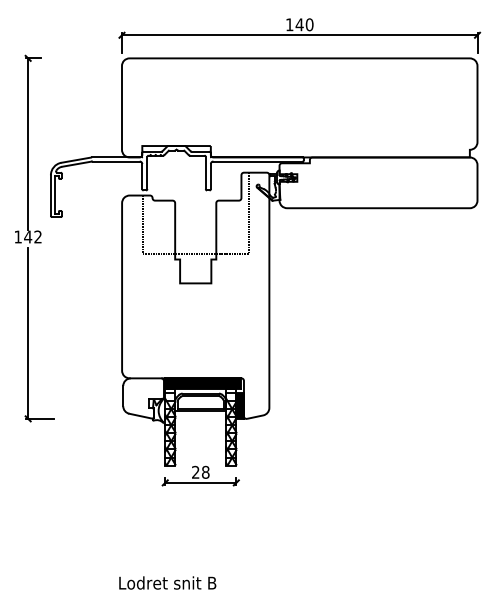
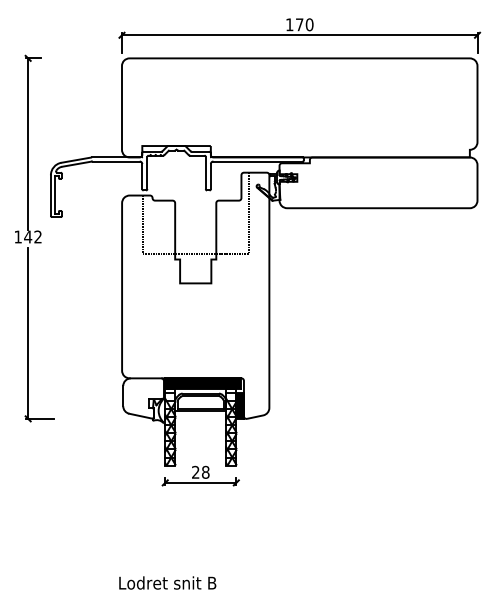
text at (299, 24): 140 -> 170
